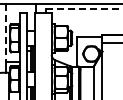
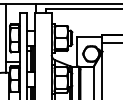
line at (84, 9): dashed -> solid
line at (5, 32): dashed -> solid
